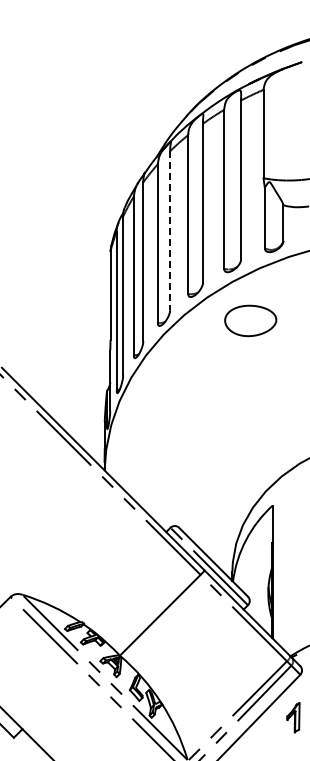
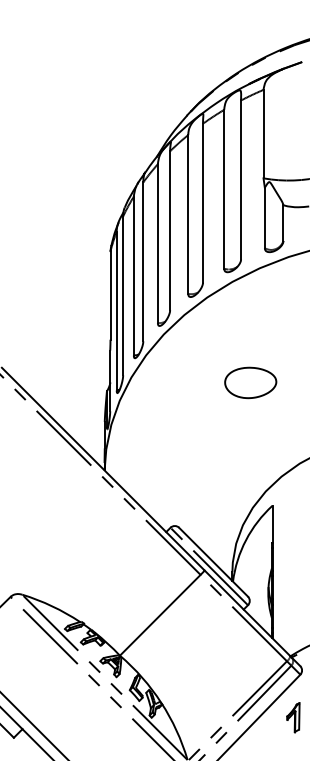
line at (170, 231): dashed -> solid
part at (250, 320) position: (250, 320) -> (250, 382)
line at (33, 725): none -> present
